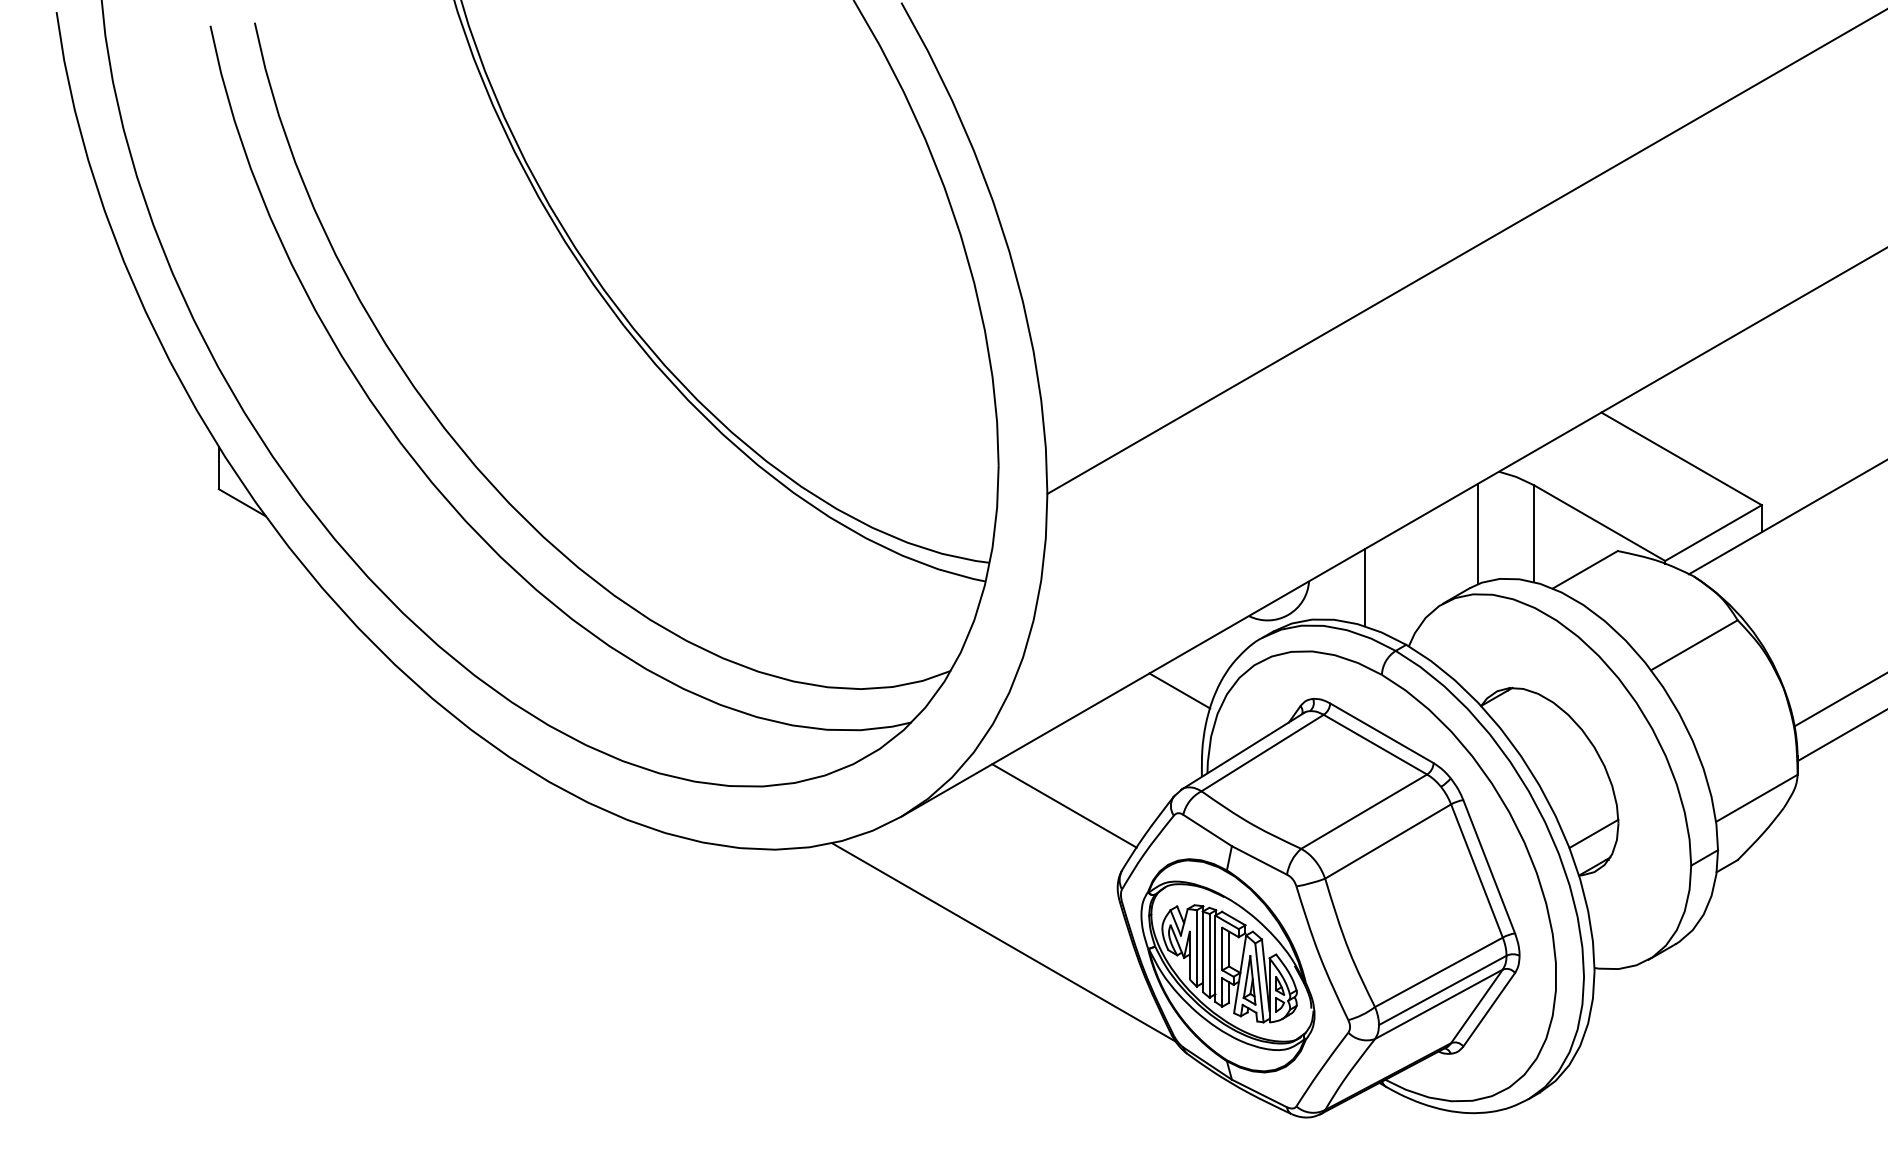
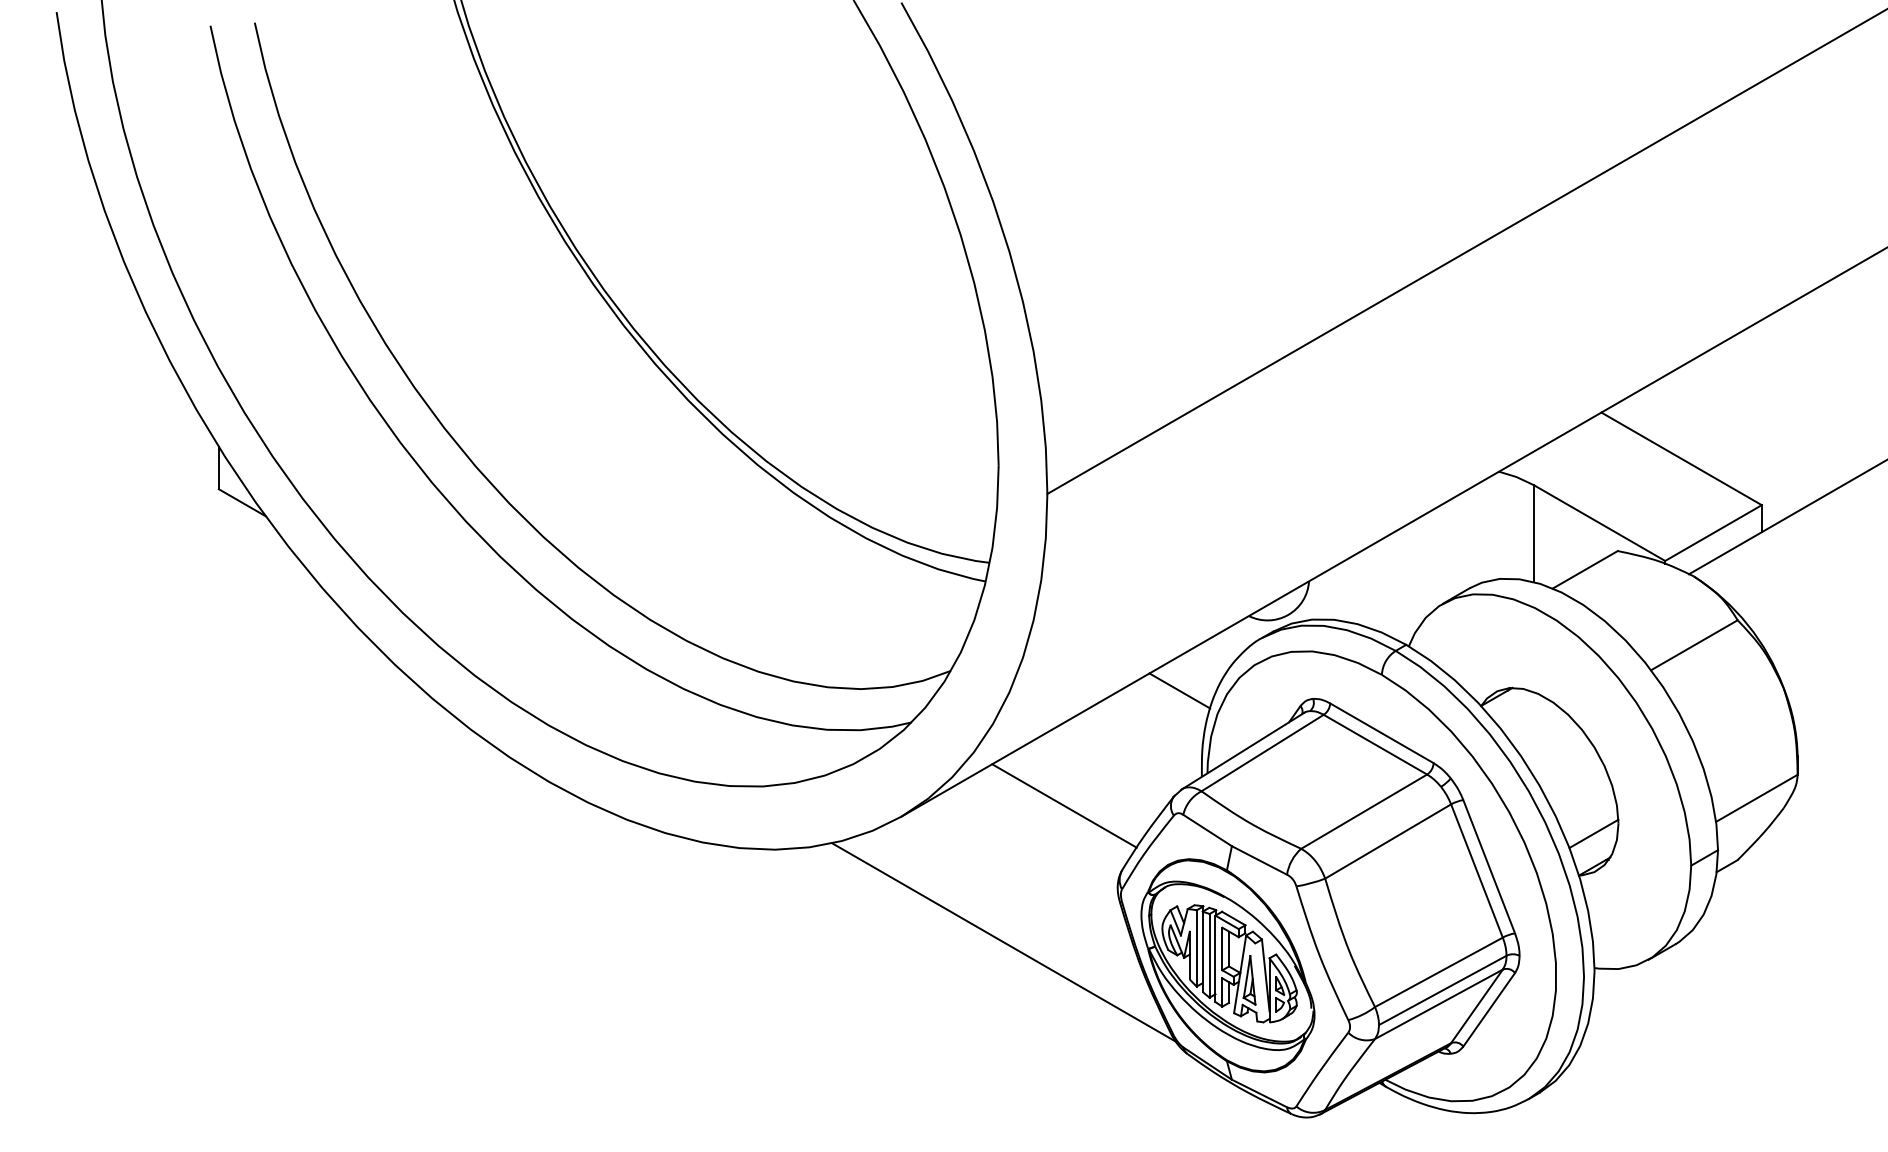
line at (1478, 533): present -> none
line at (1365, 587): present -> none
line at (1839, 700): present -> none
line at (1840, 736): present -> none
line at (1259, 982): present -> none
